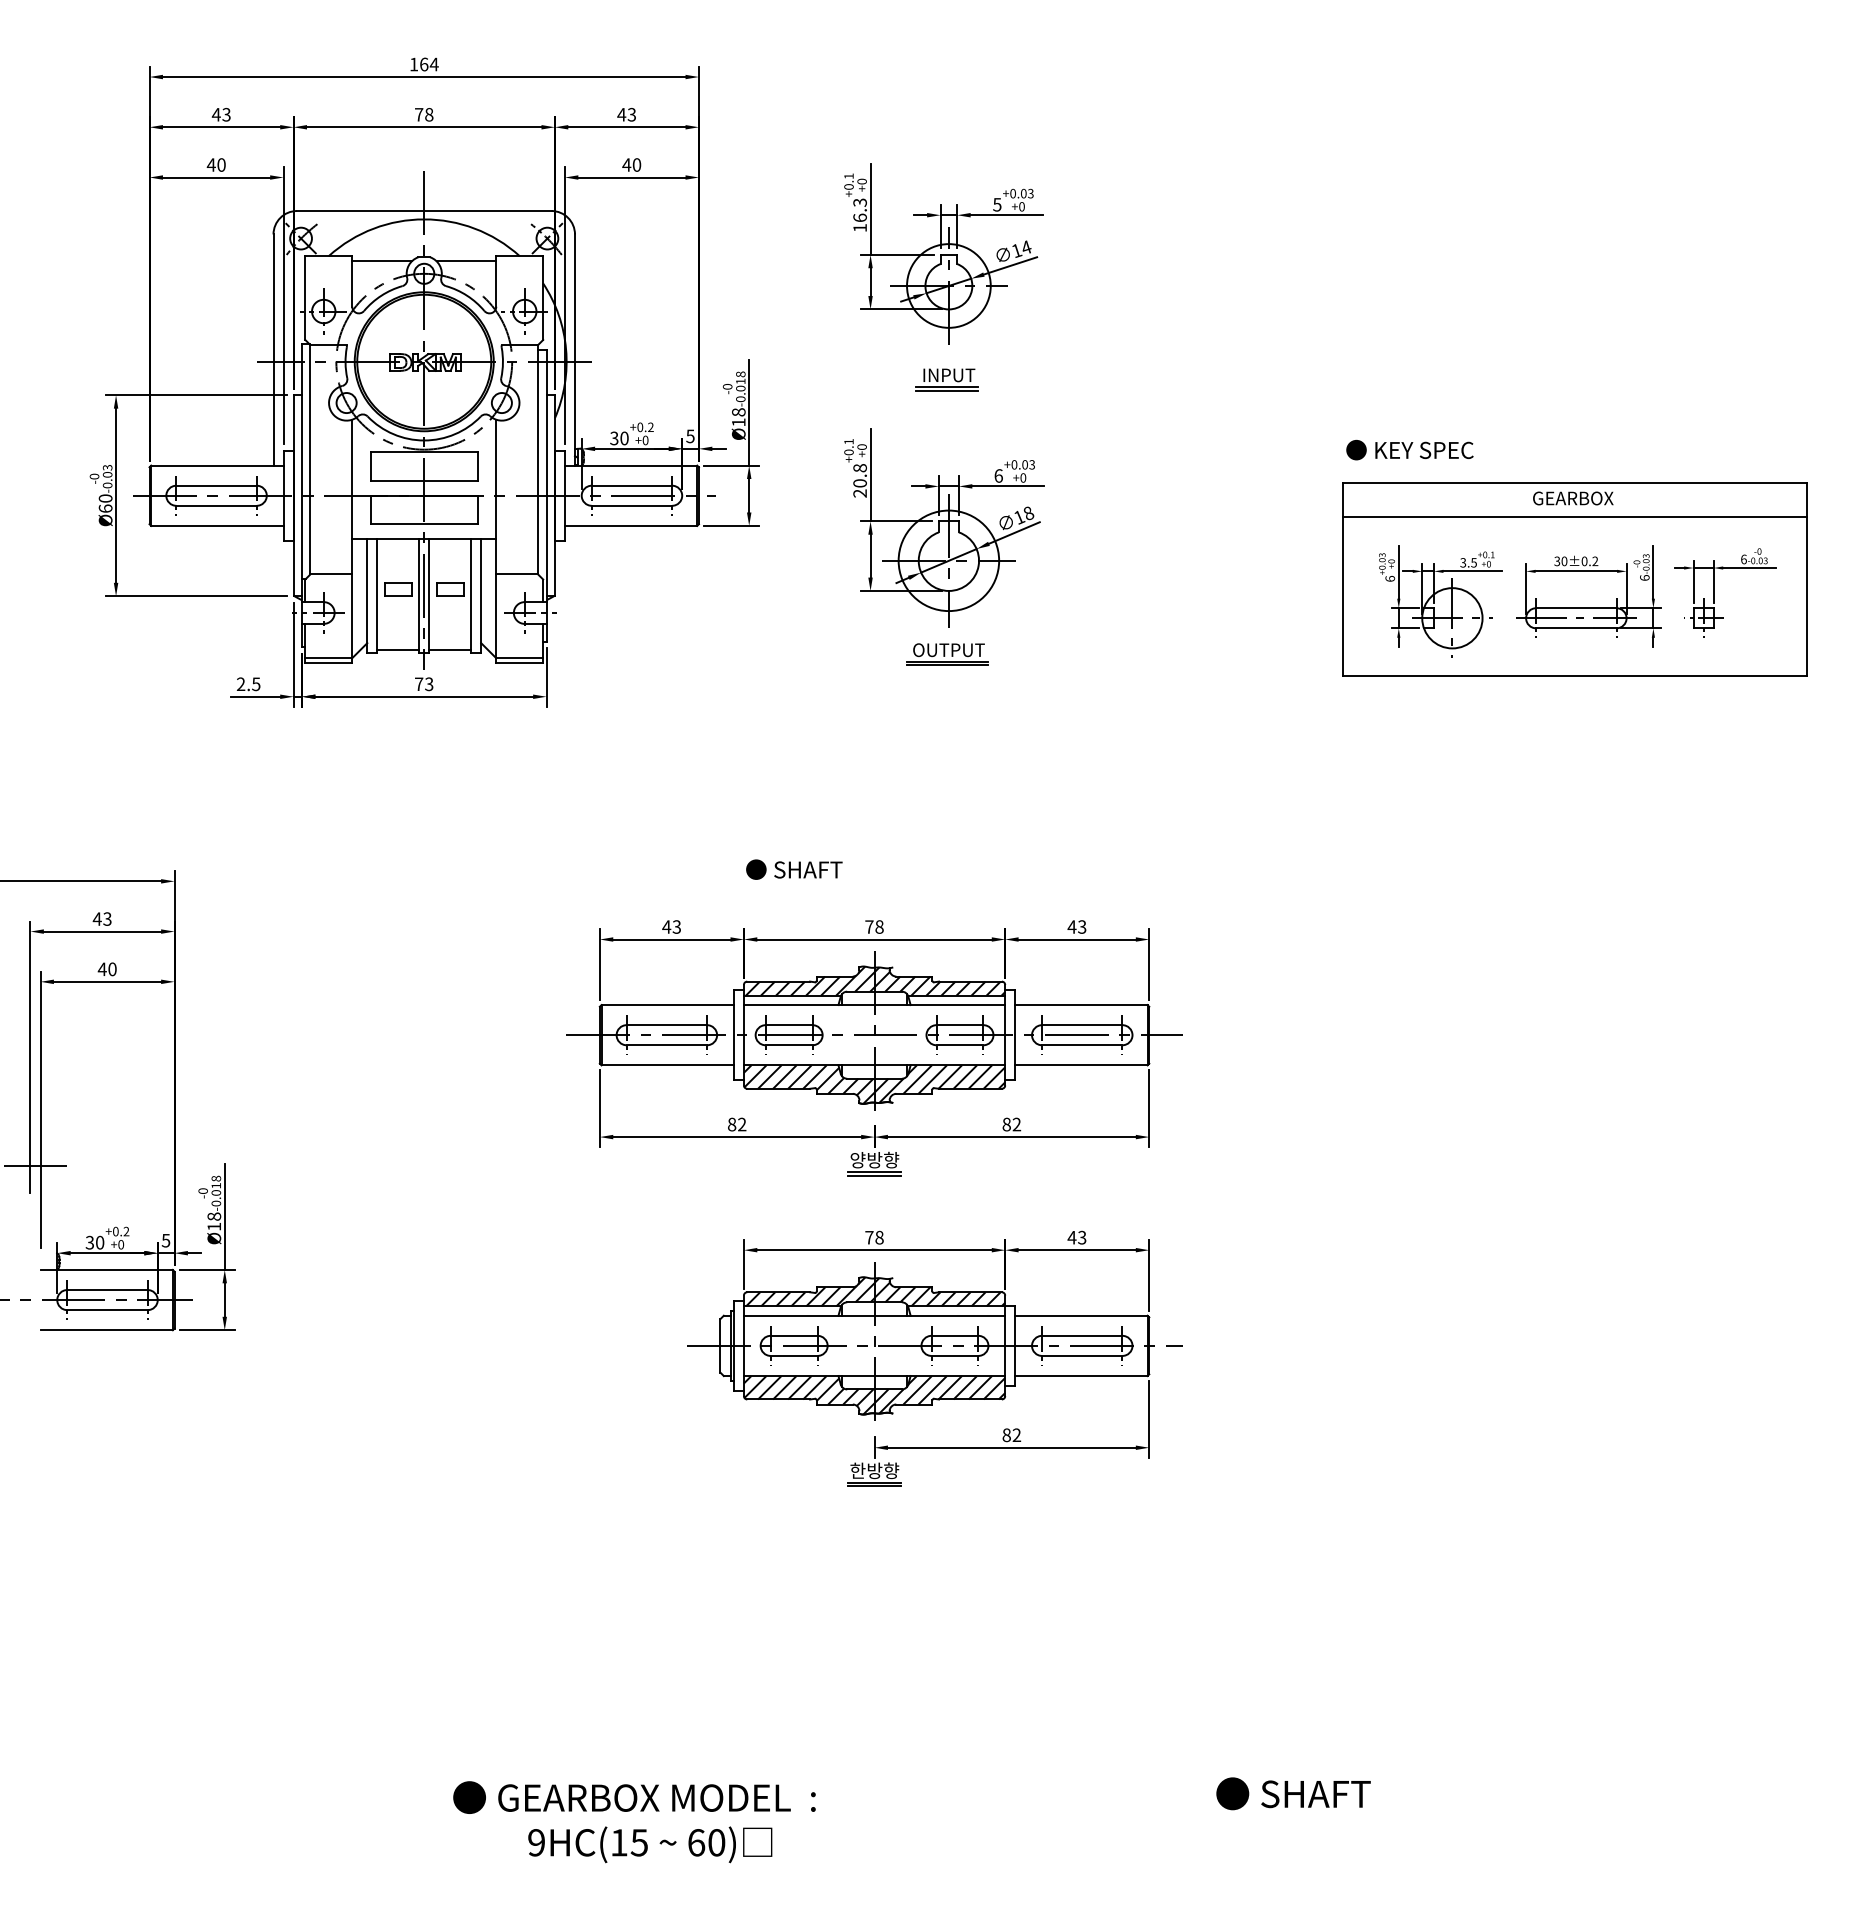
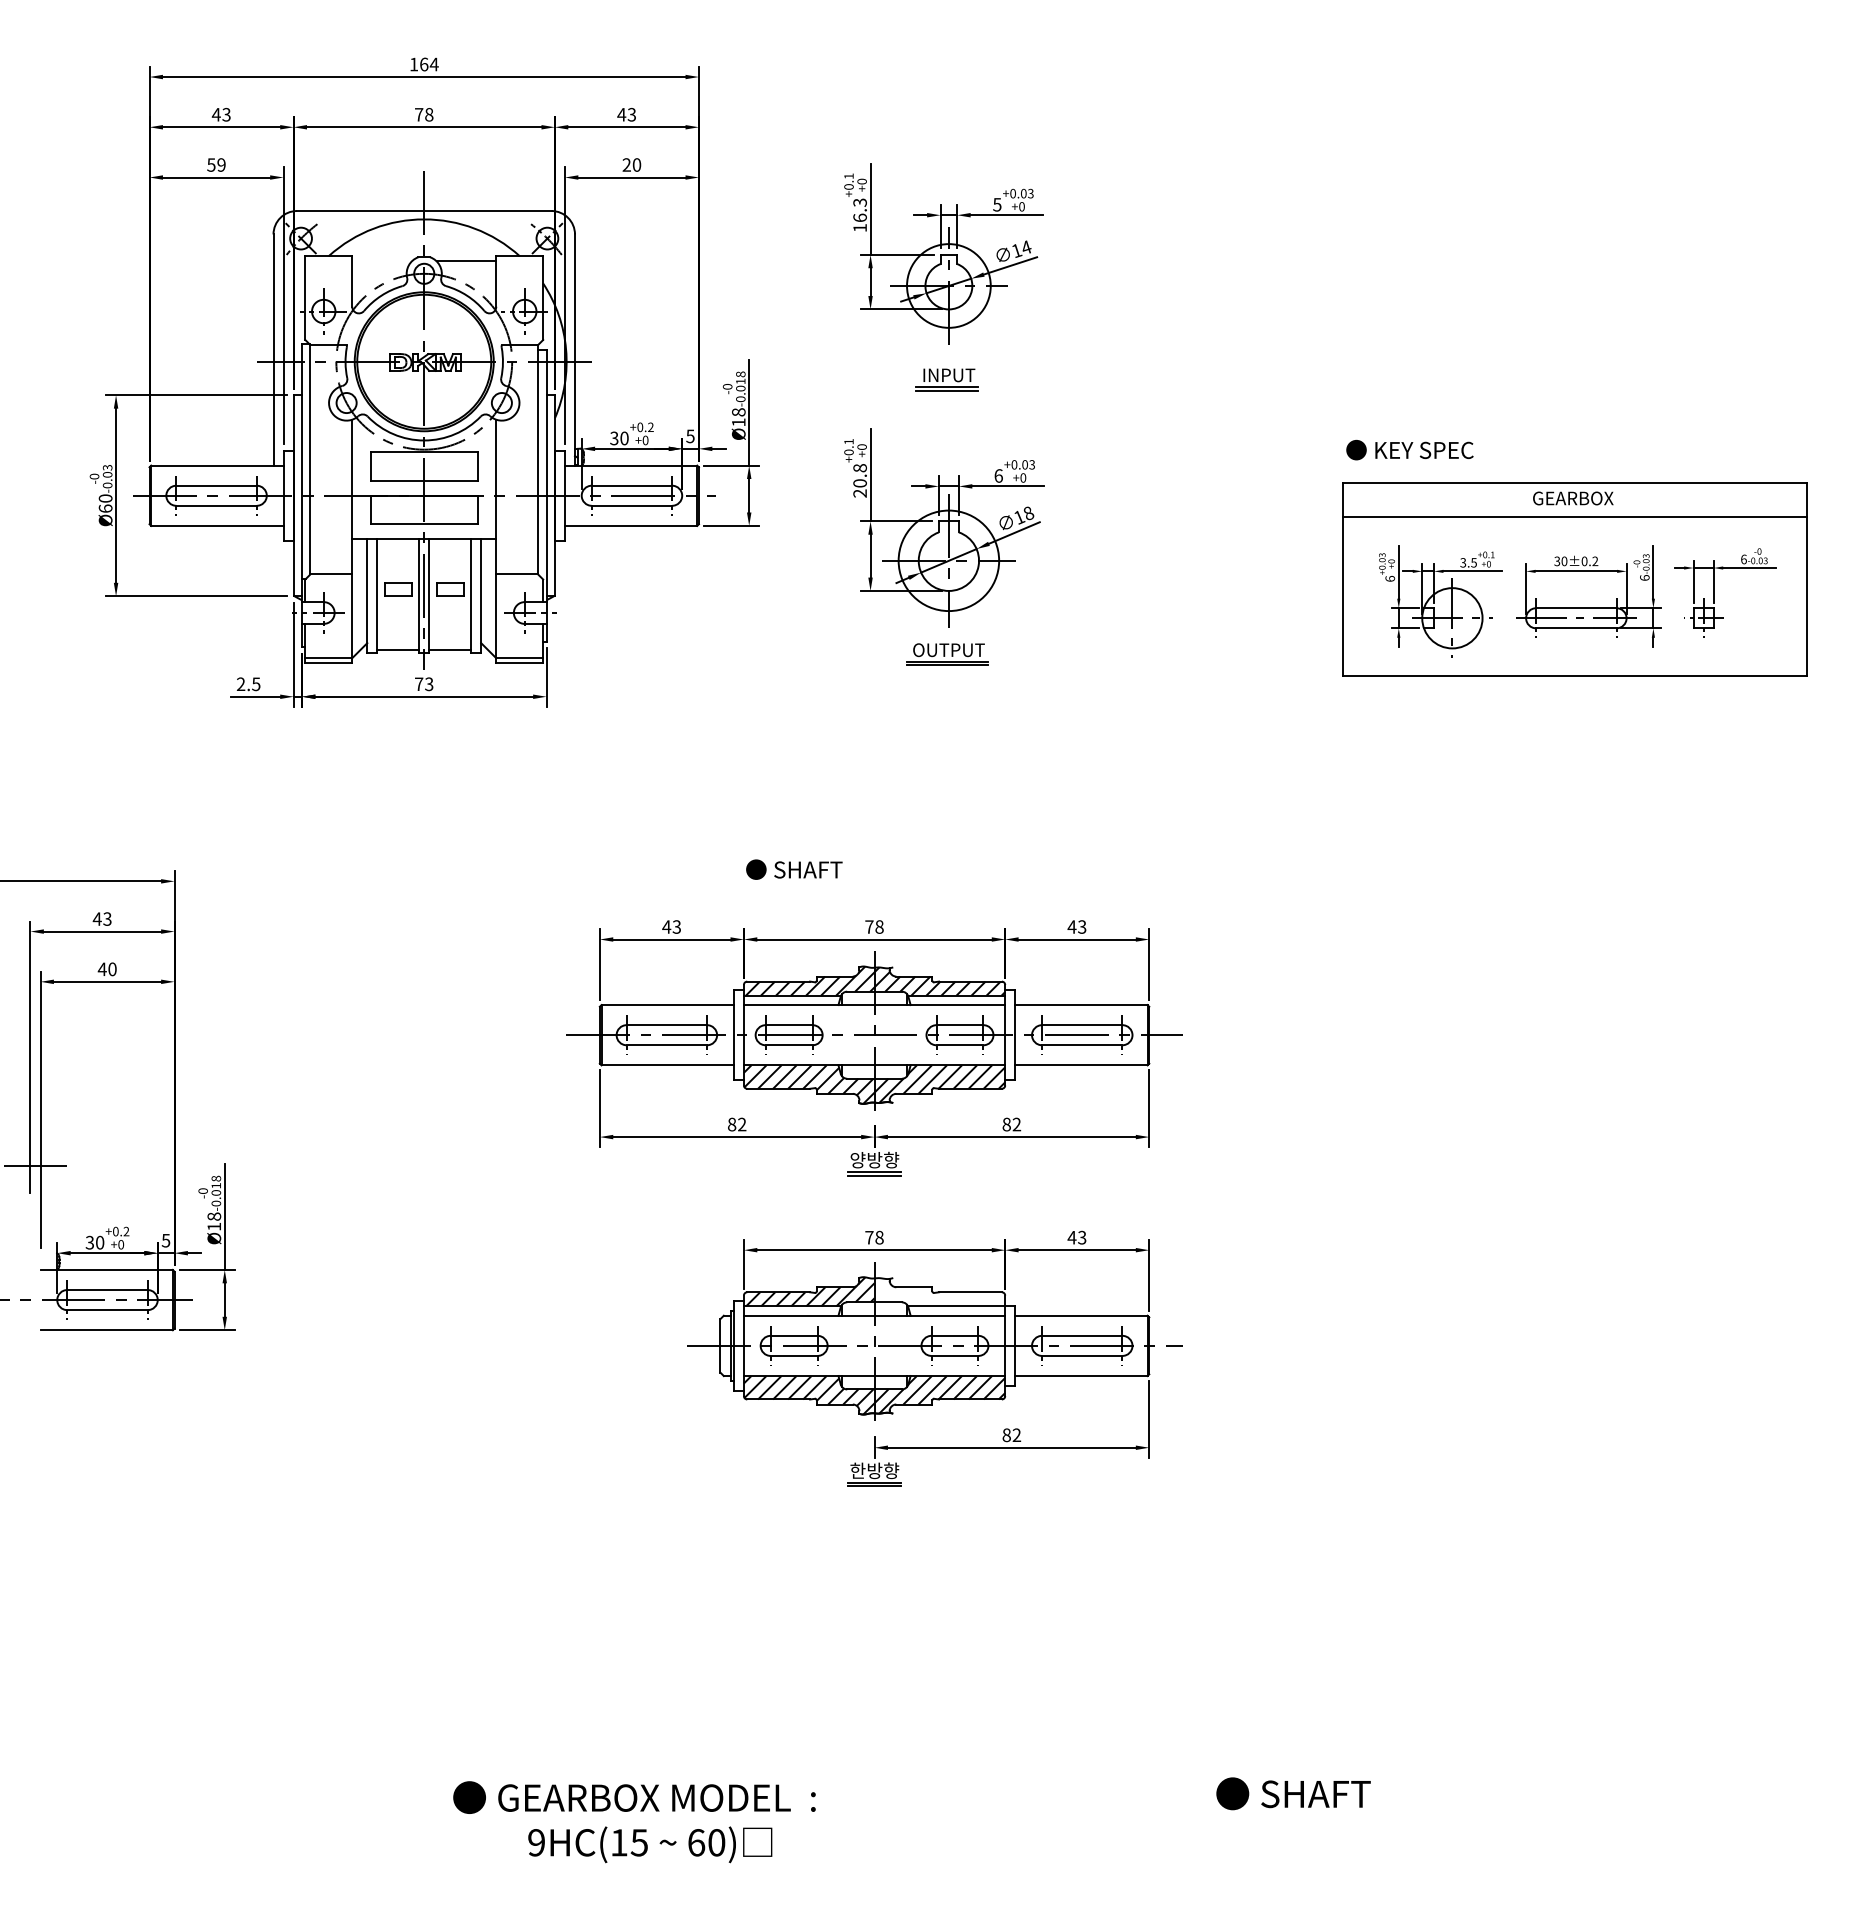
text at (215, 164): 40 -> 59
text at (626, 164): 40 -> 20
line at (381, 261): present -> none
hatch at (939, 1292): present -> none
